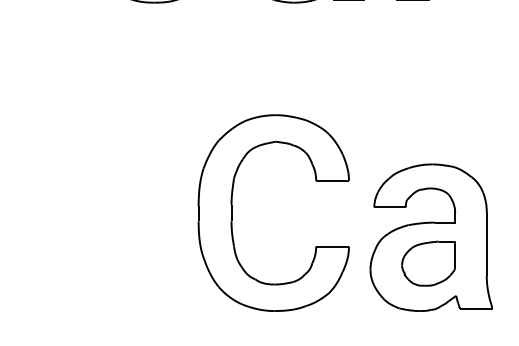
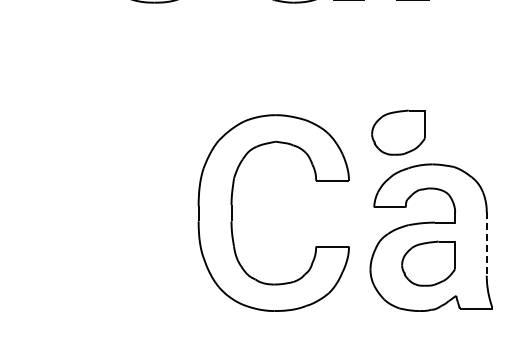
part at (398, 132): none -> present
line at (486, 244): solid -> dashed
